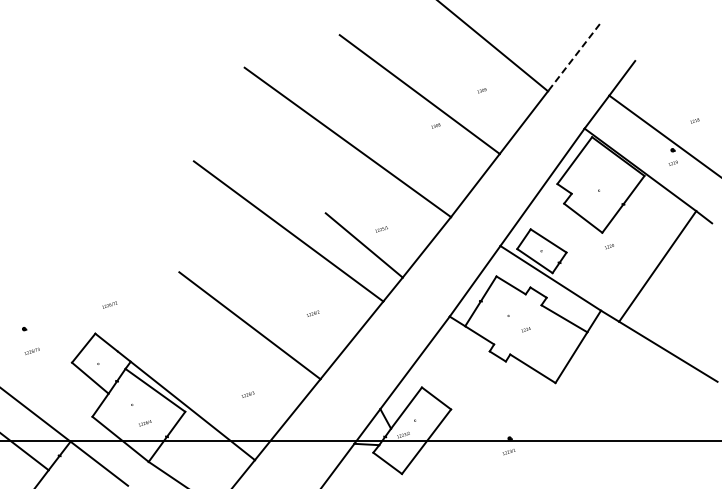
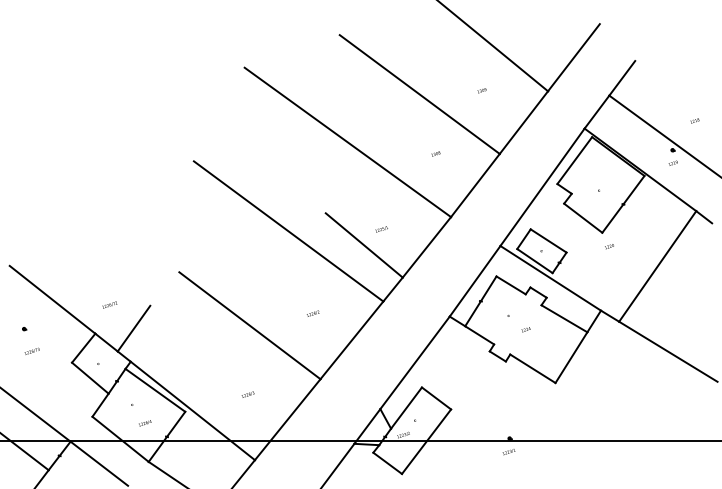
line at (573, 58): dashed -> solid
text at (435, 125) position: (435, 125) -> (435, 153)
line at (52, 299): none -> present
line at (133, 328): none -> present
